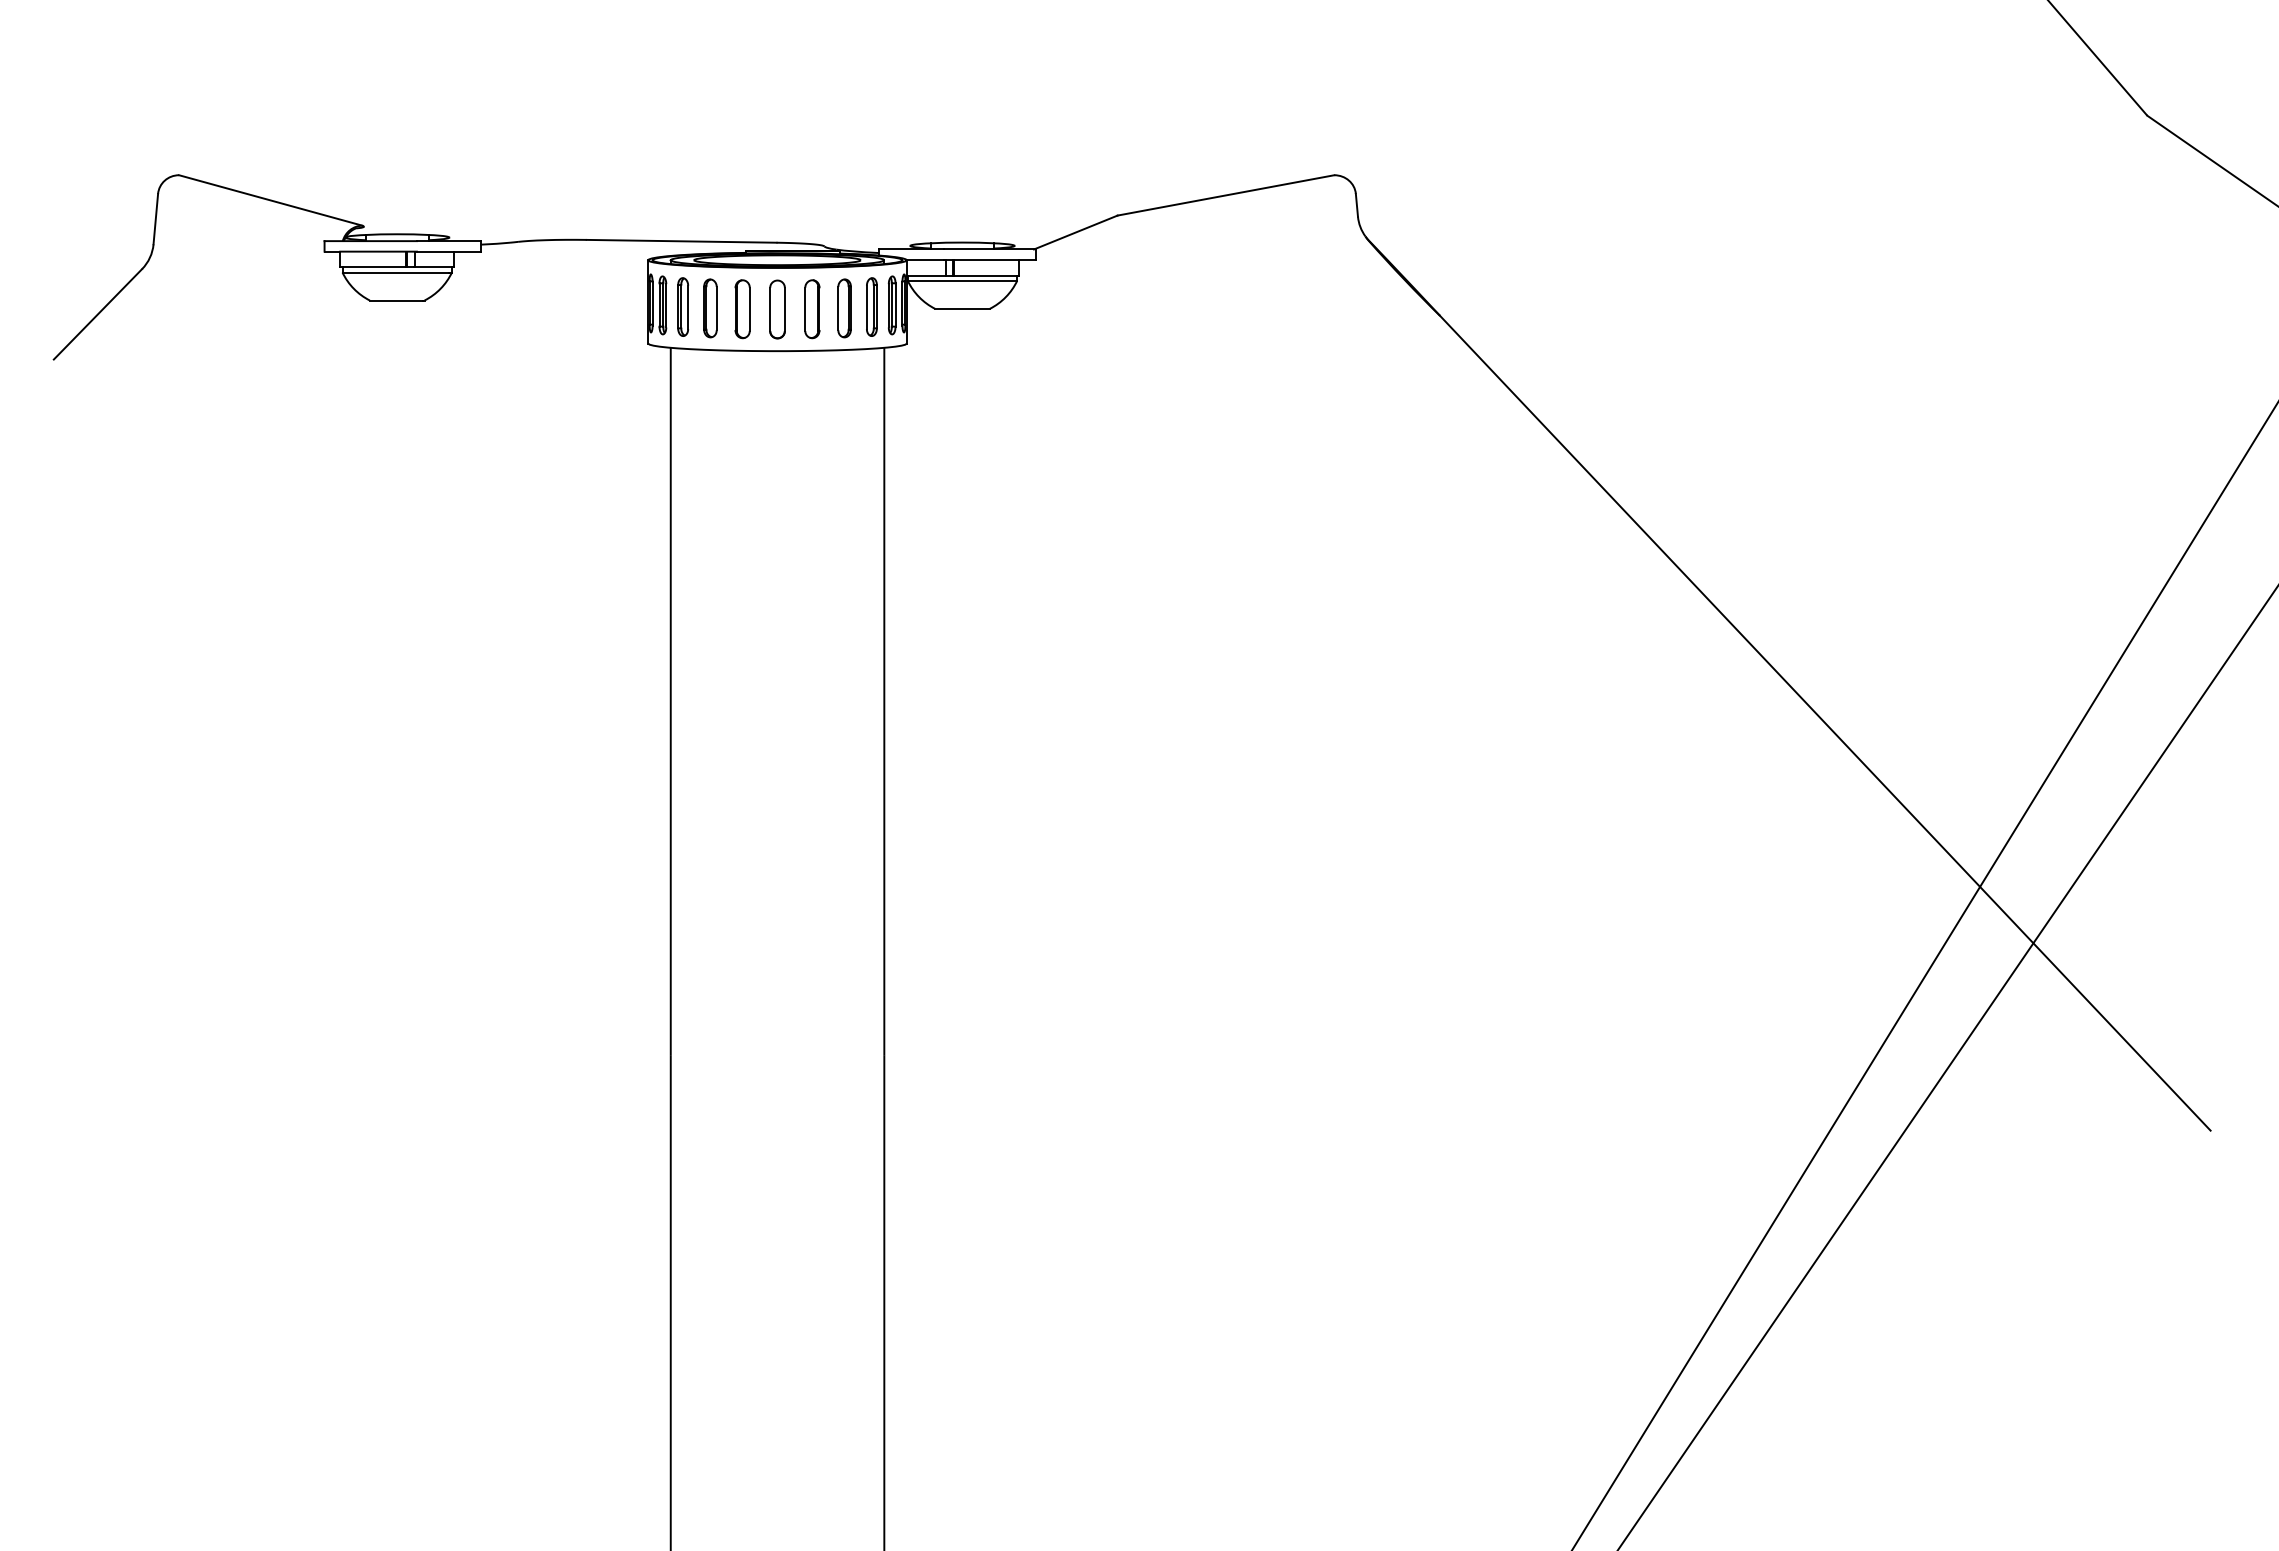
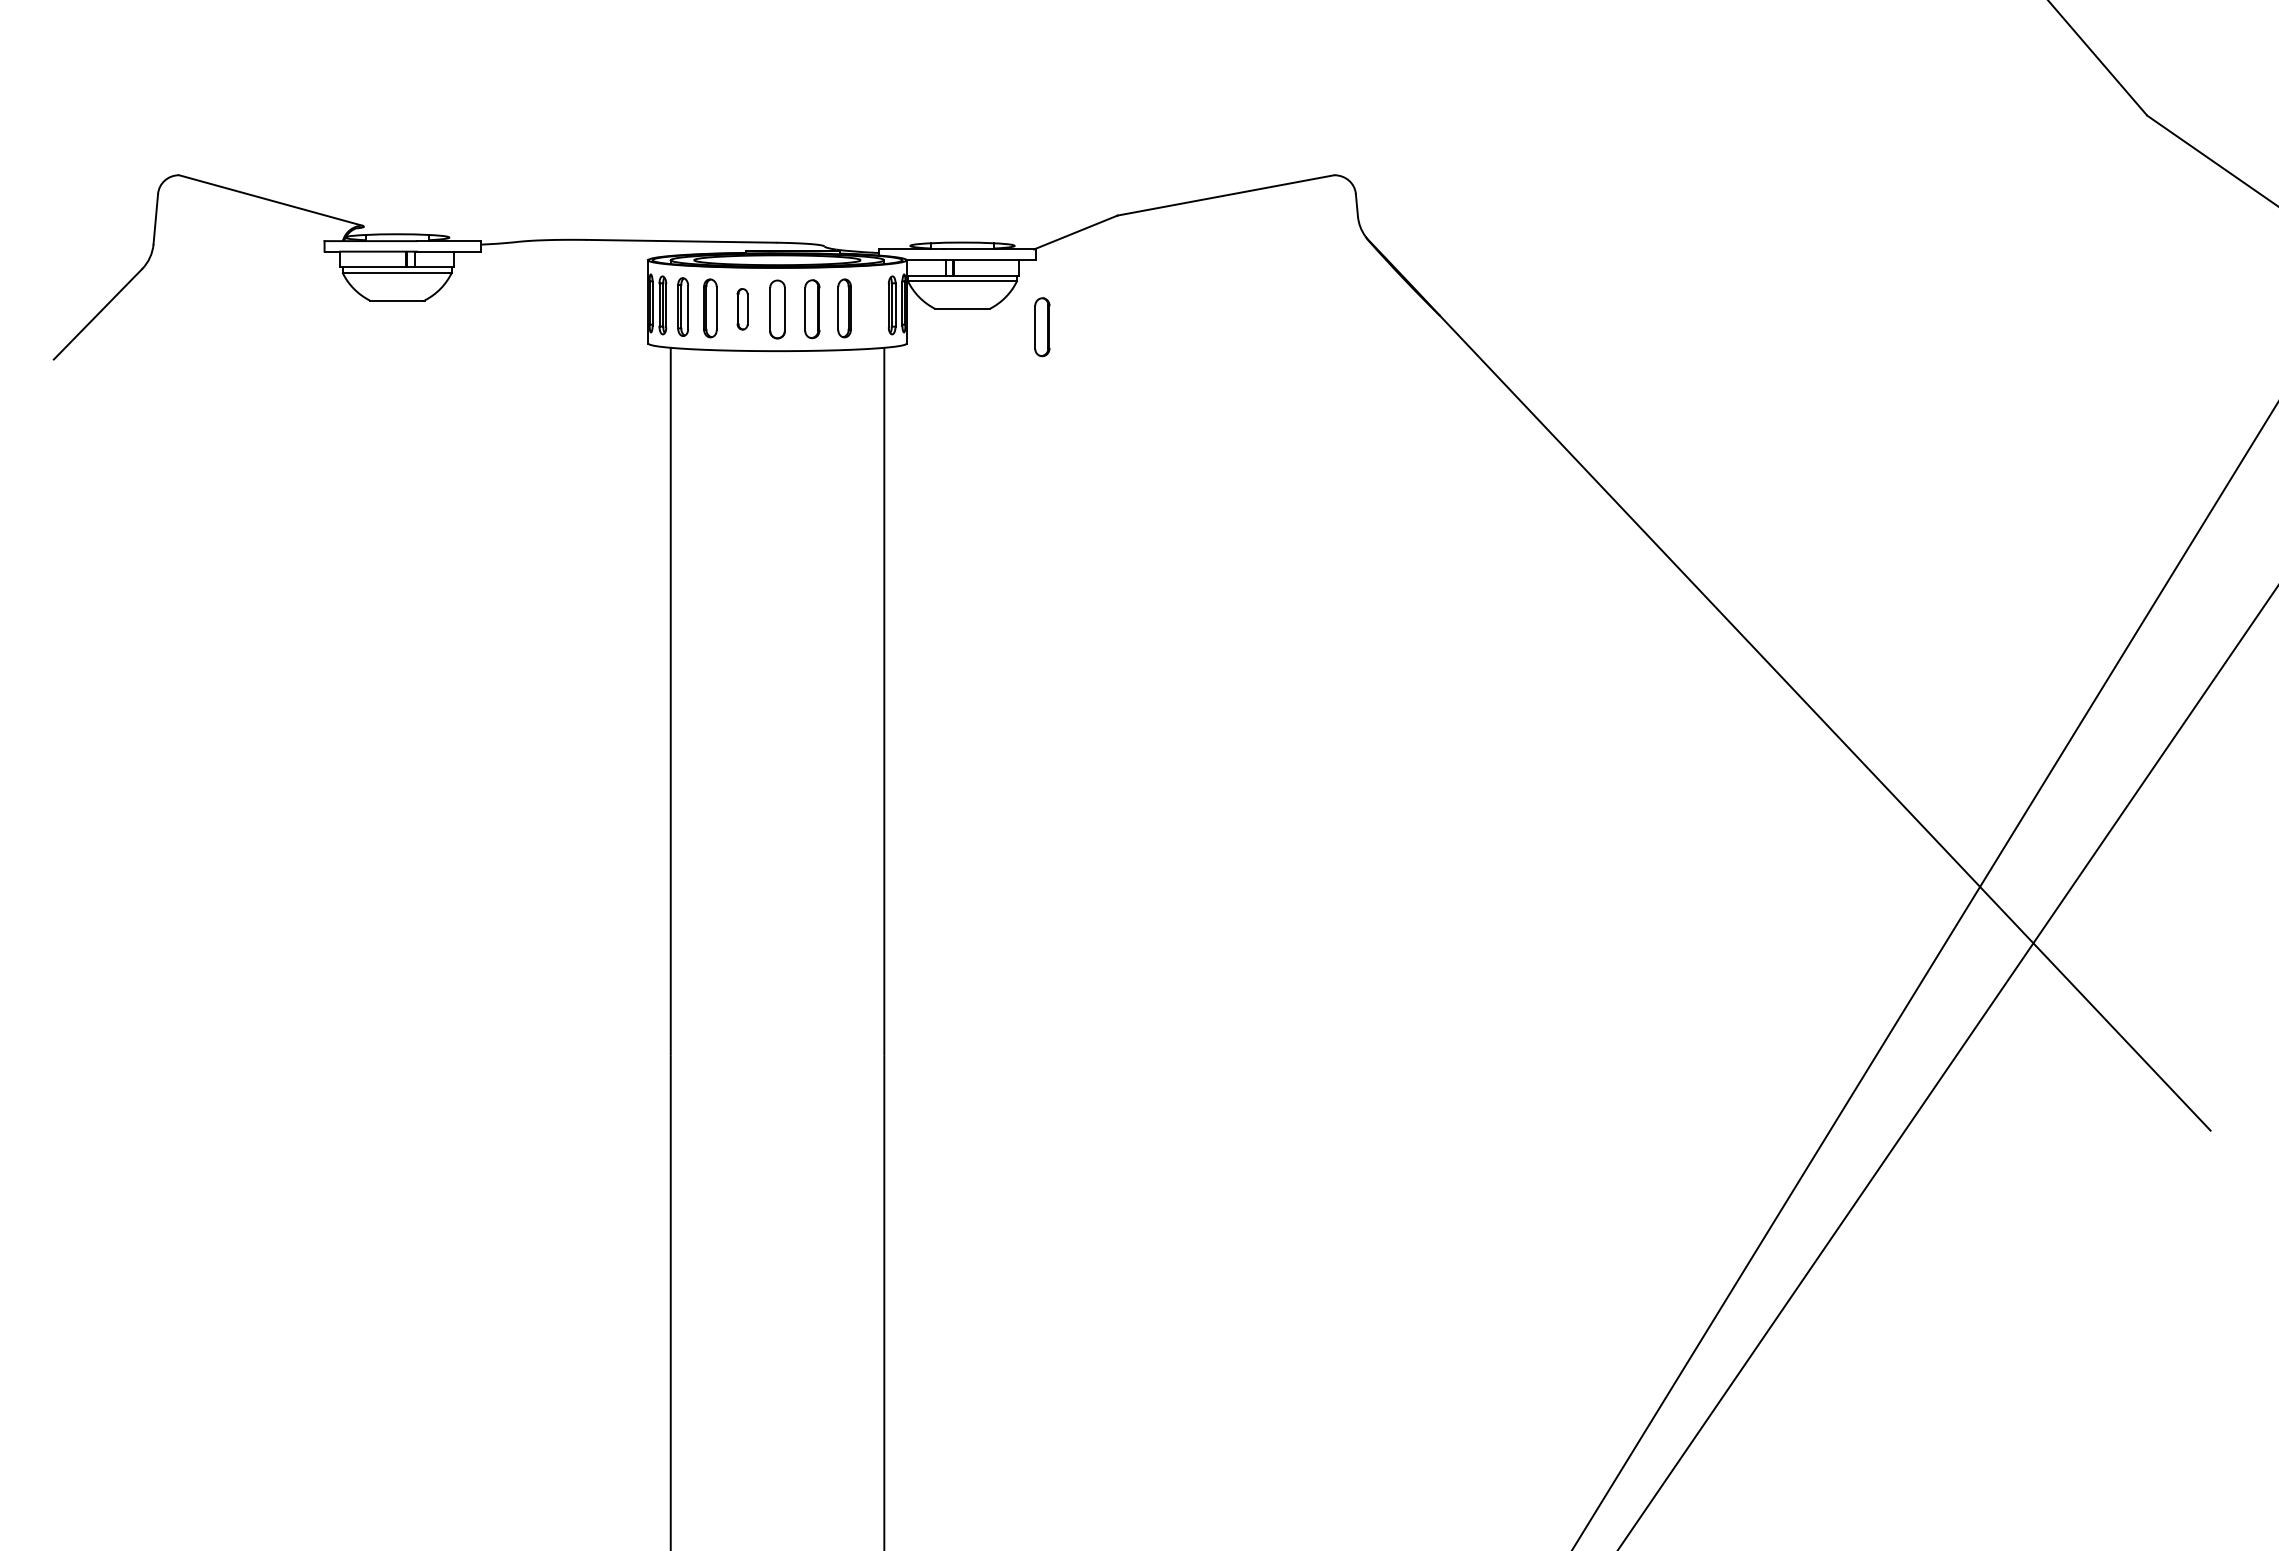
part at (871, 306): present -> none
part at (742, 309) size: 17x61 px -> 13x43 px
part at (1042, 327): none -> present
